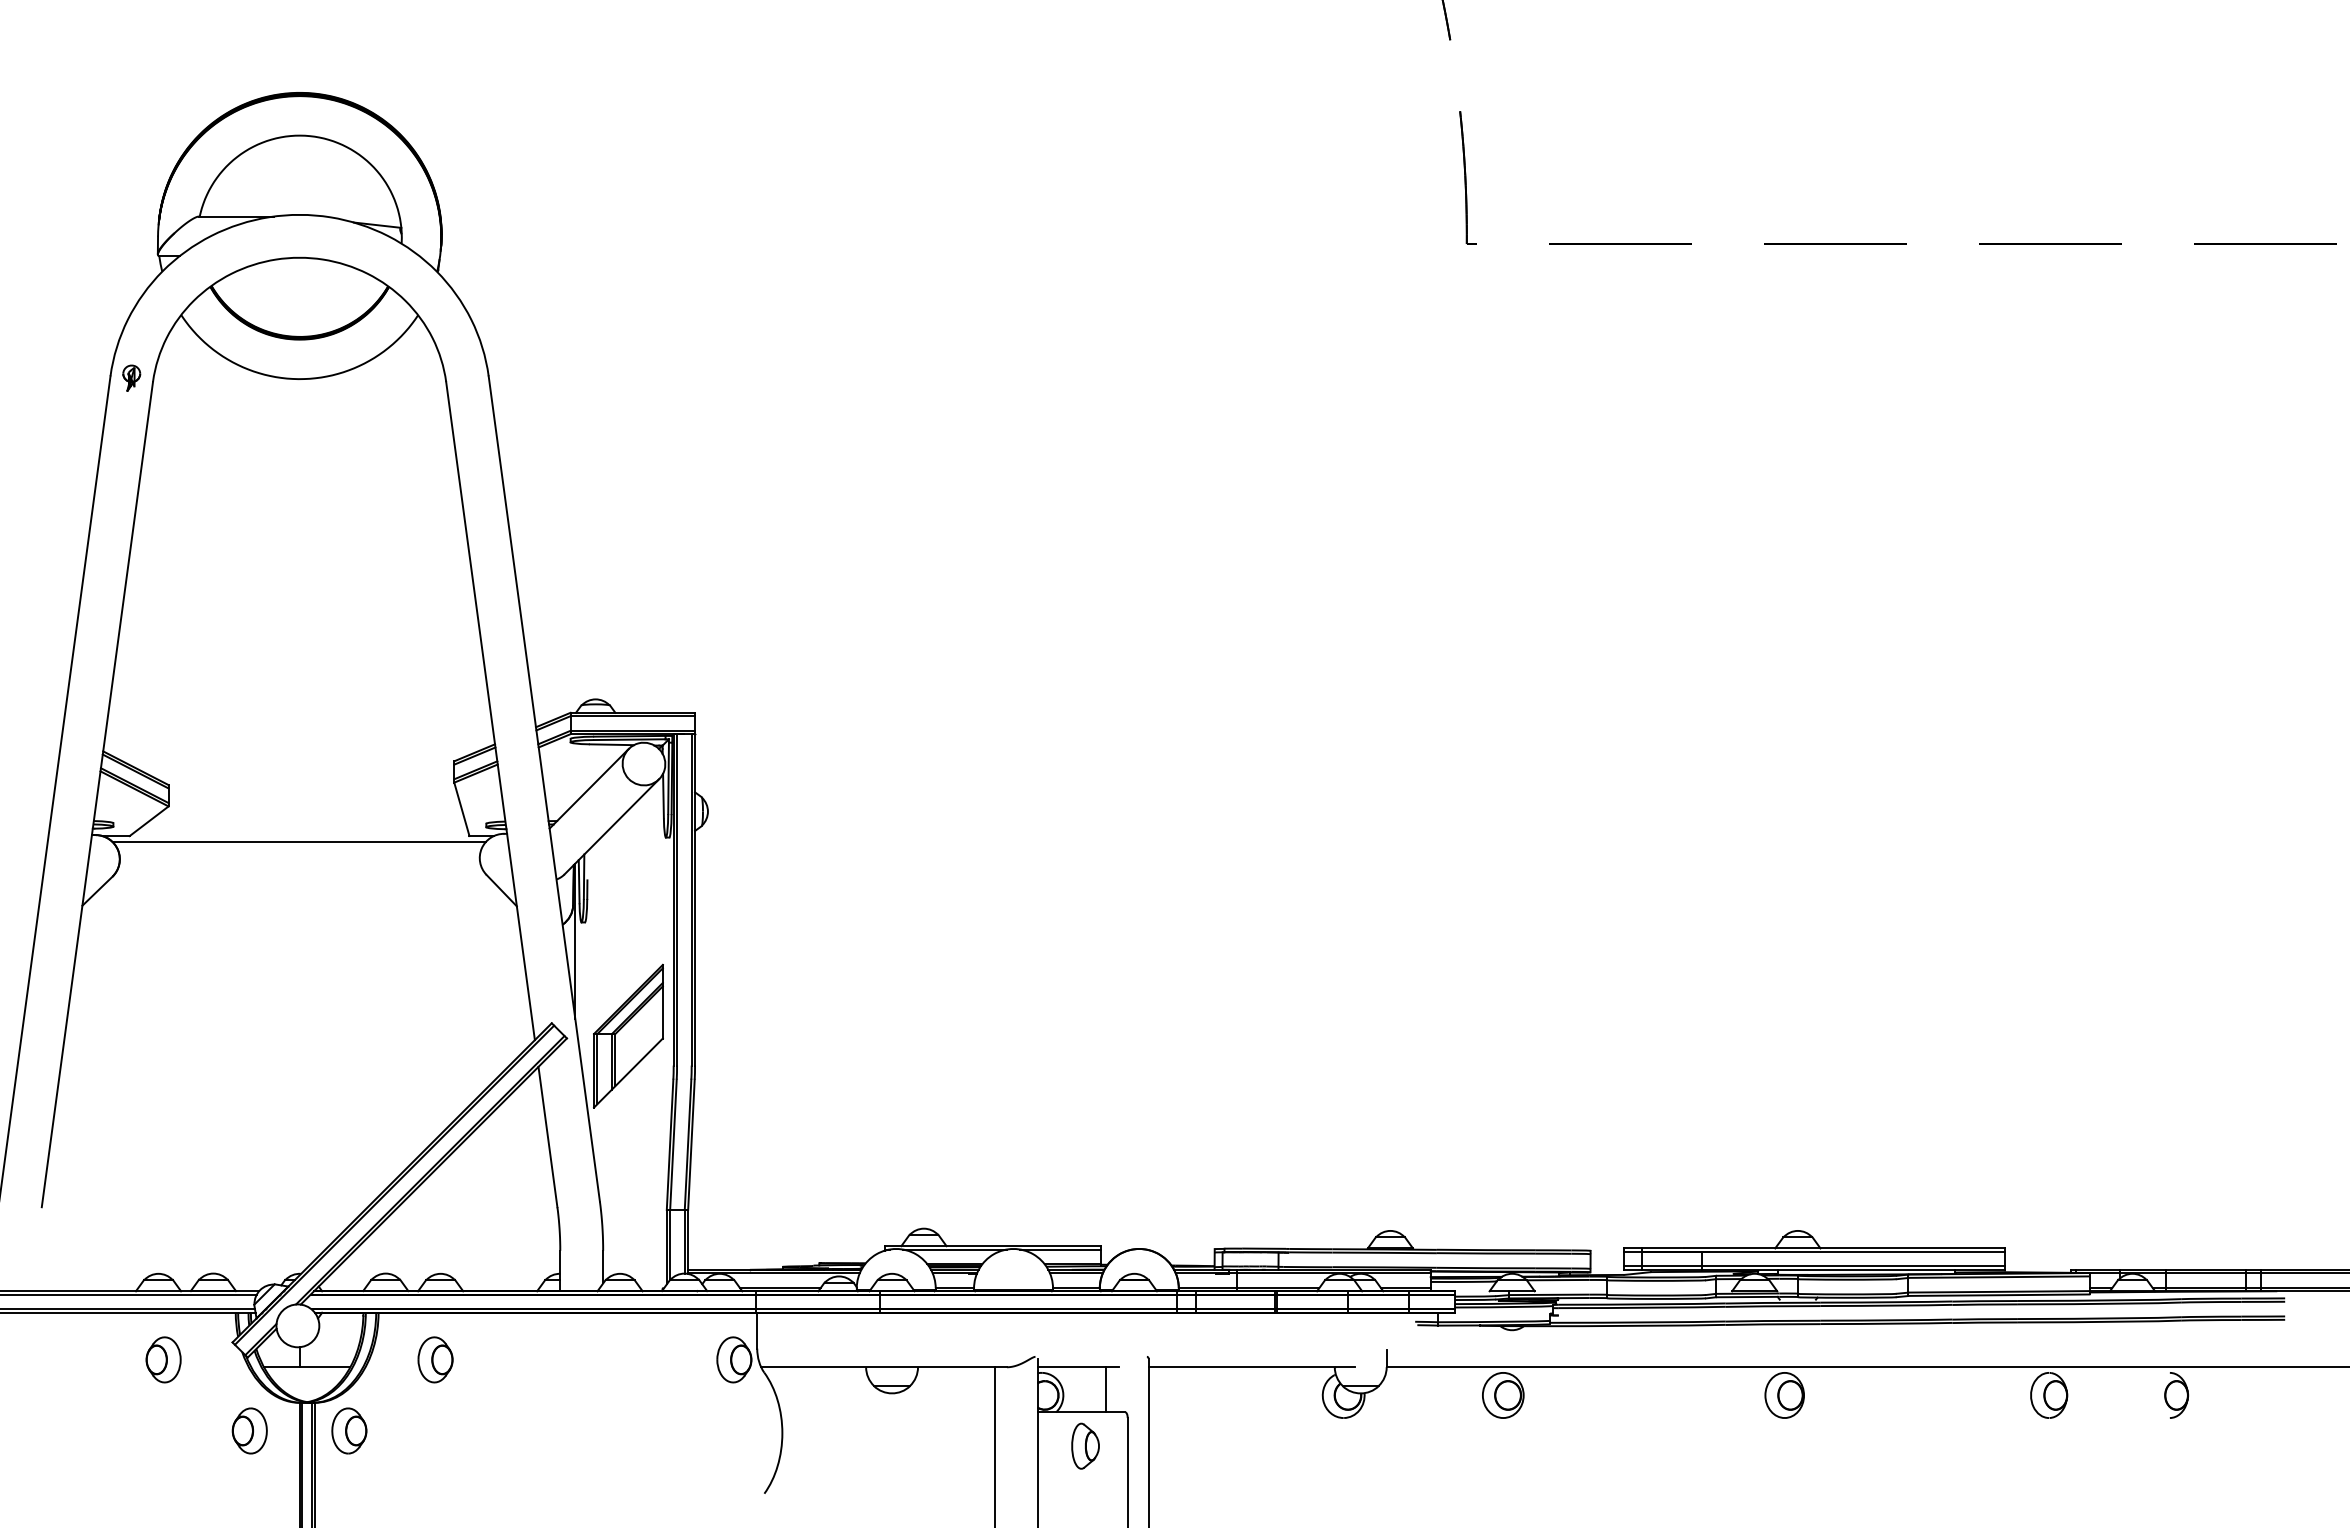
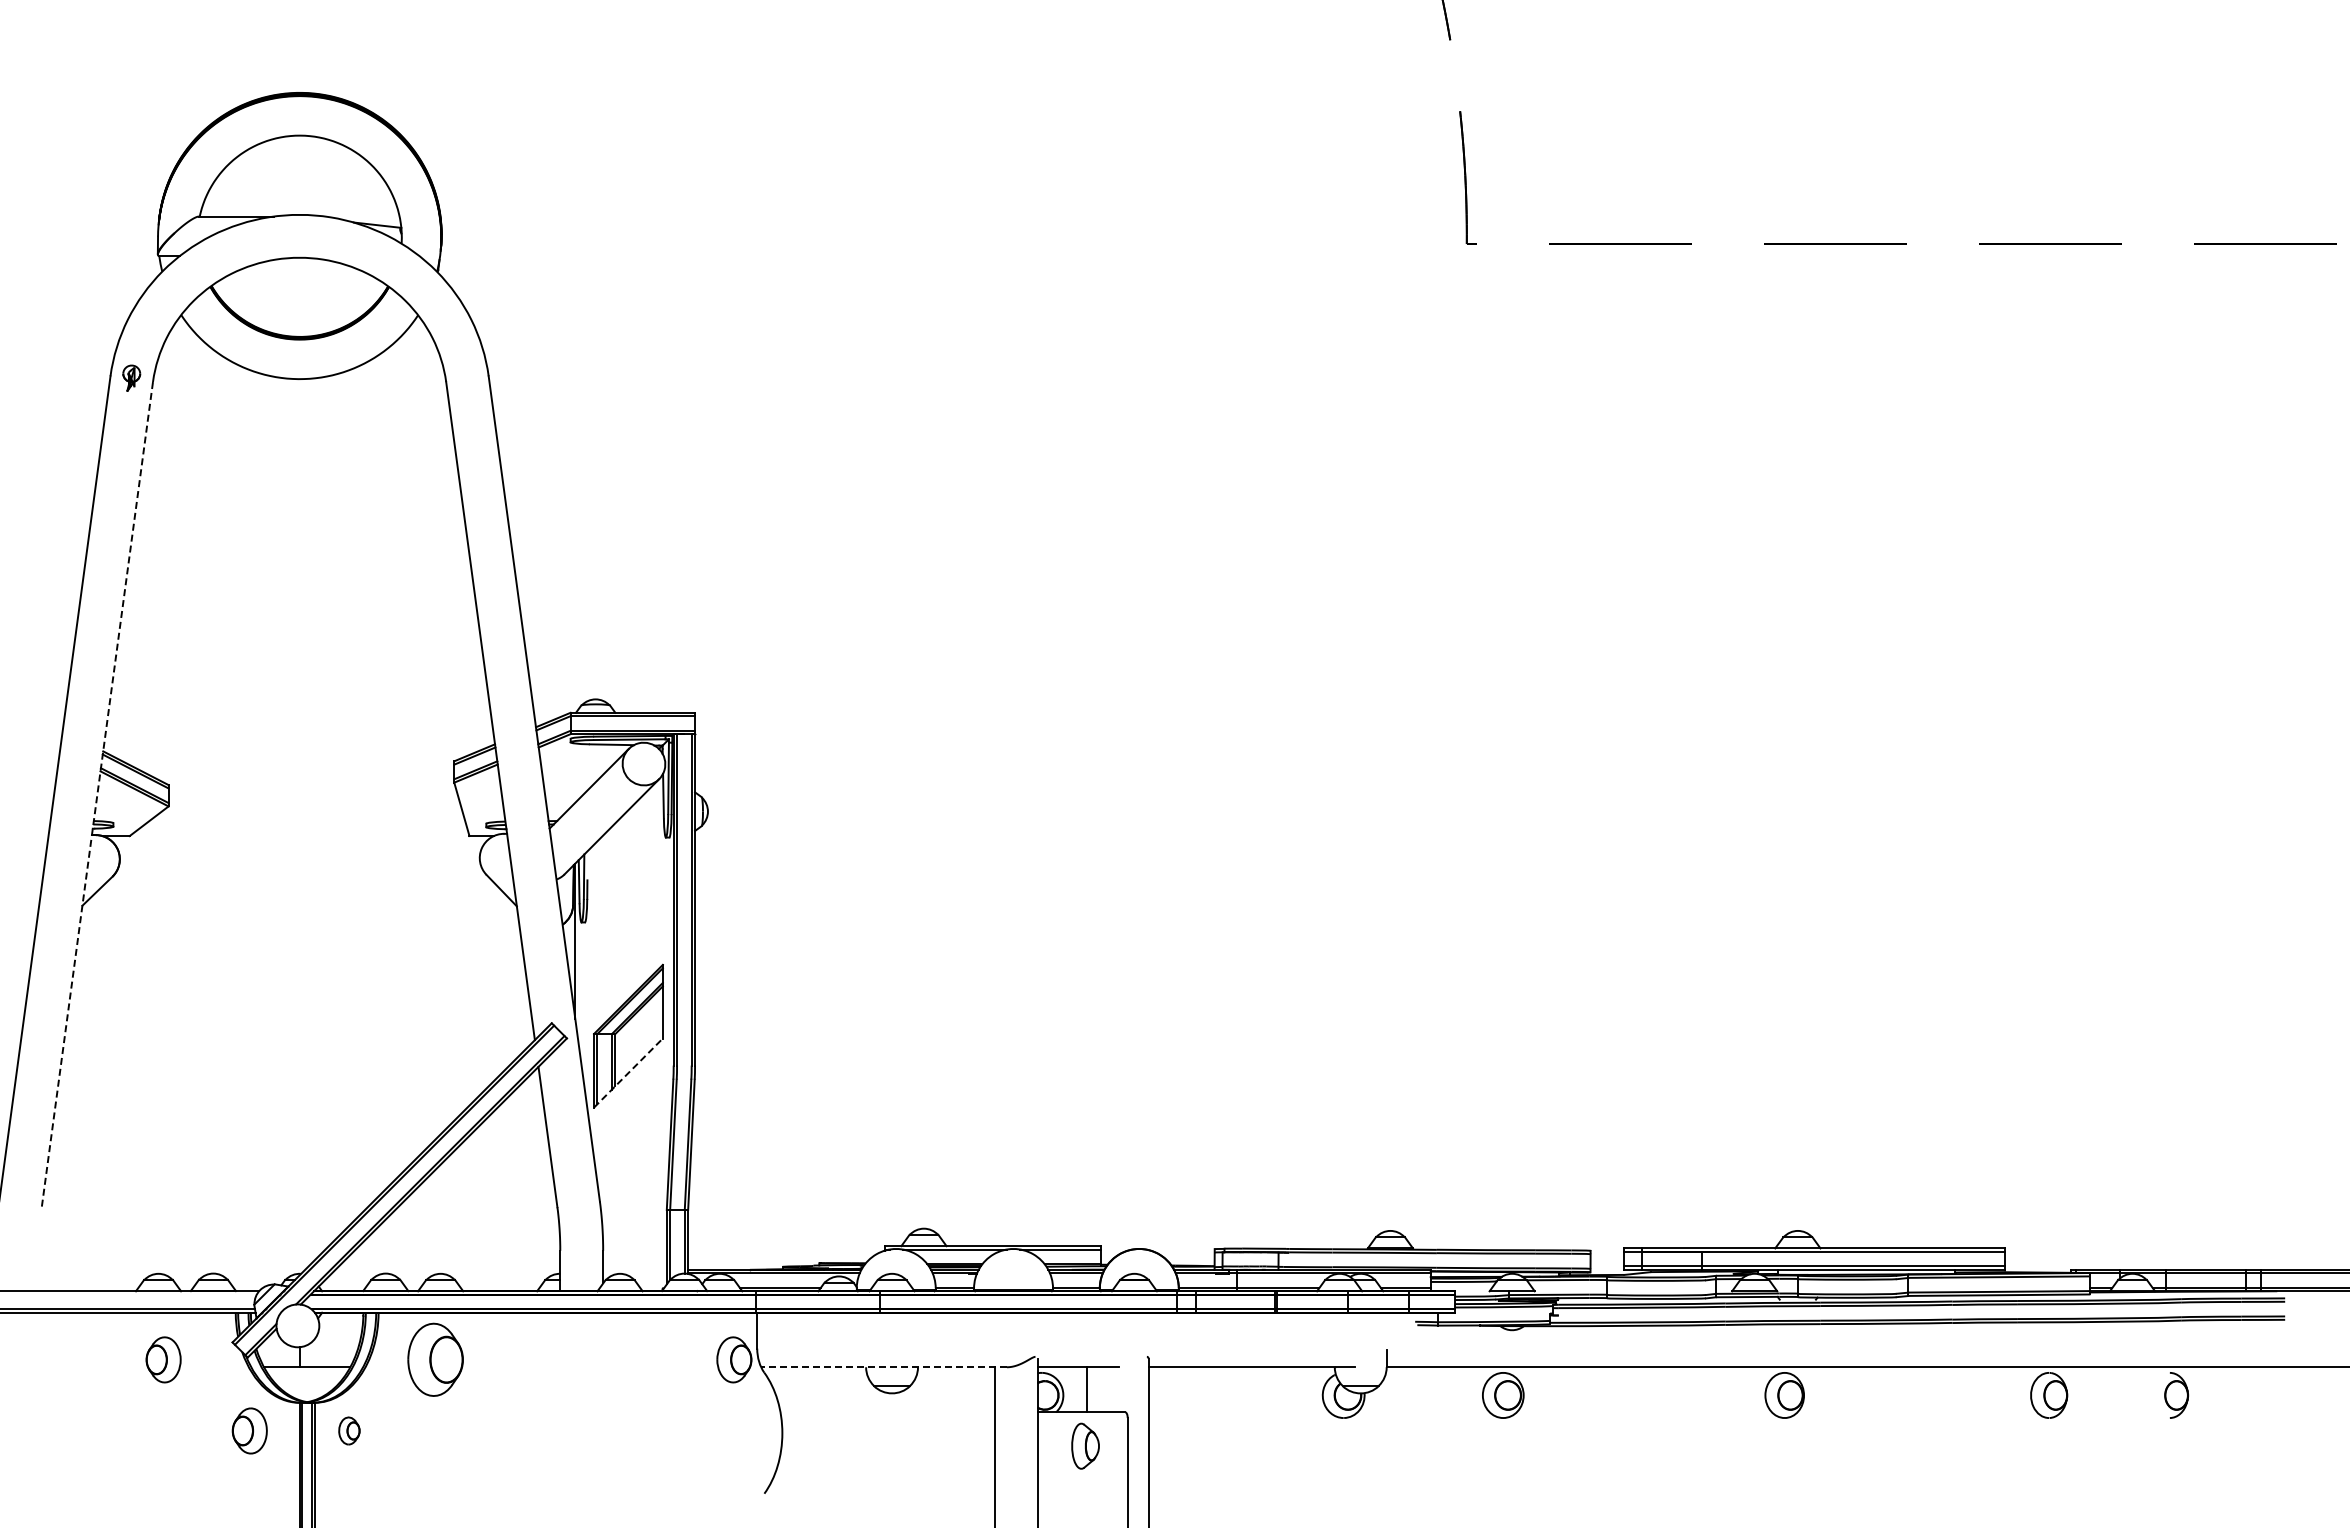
line at (97, 795): solid -> dashed
line at (298, 842): present -> none
line at (628, 1073): solid -> dashed
line at (129, 1294): present -> none
part at (435, 1359) size: 37x48 px -> 57x75 px
line at (883, 1367): solid -> dashed
line at (1105, 1389) position: (1105, 1389) -> (1086, 1389)
part at (349, 1430) size: 37x48 px -> 23x30 px
